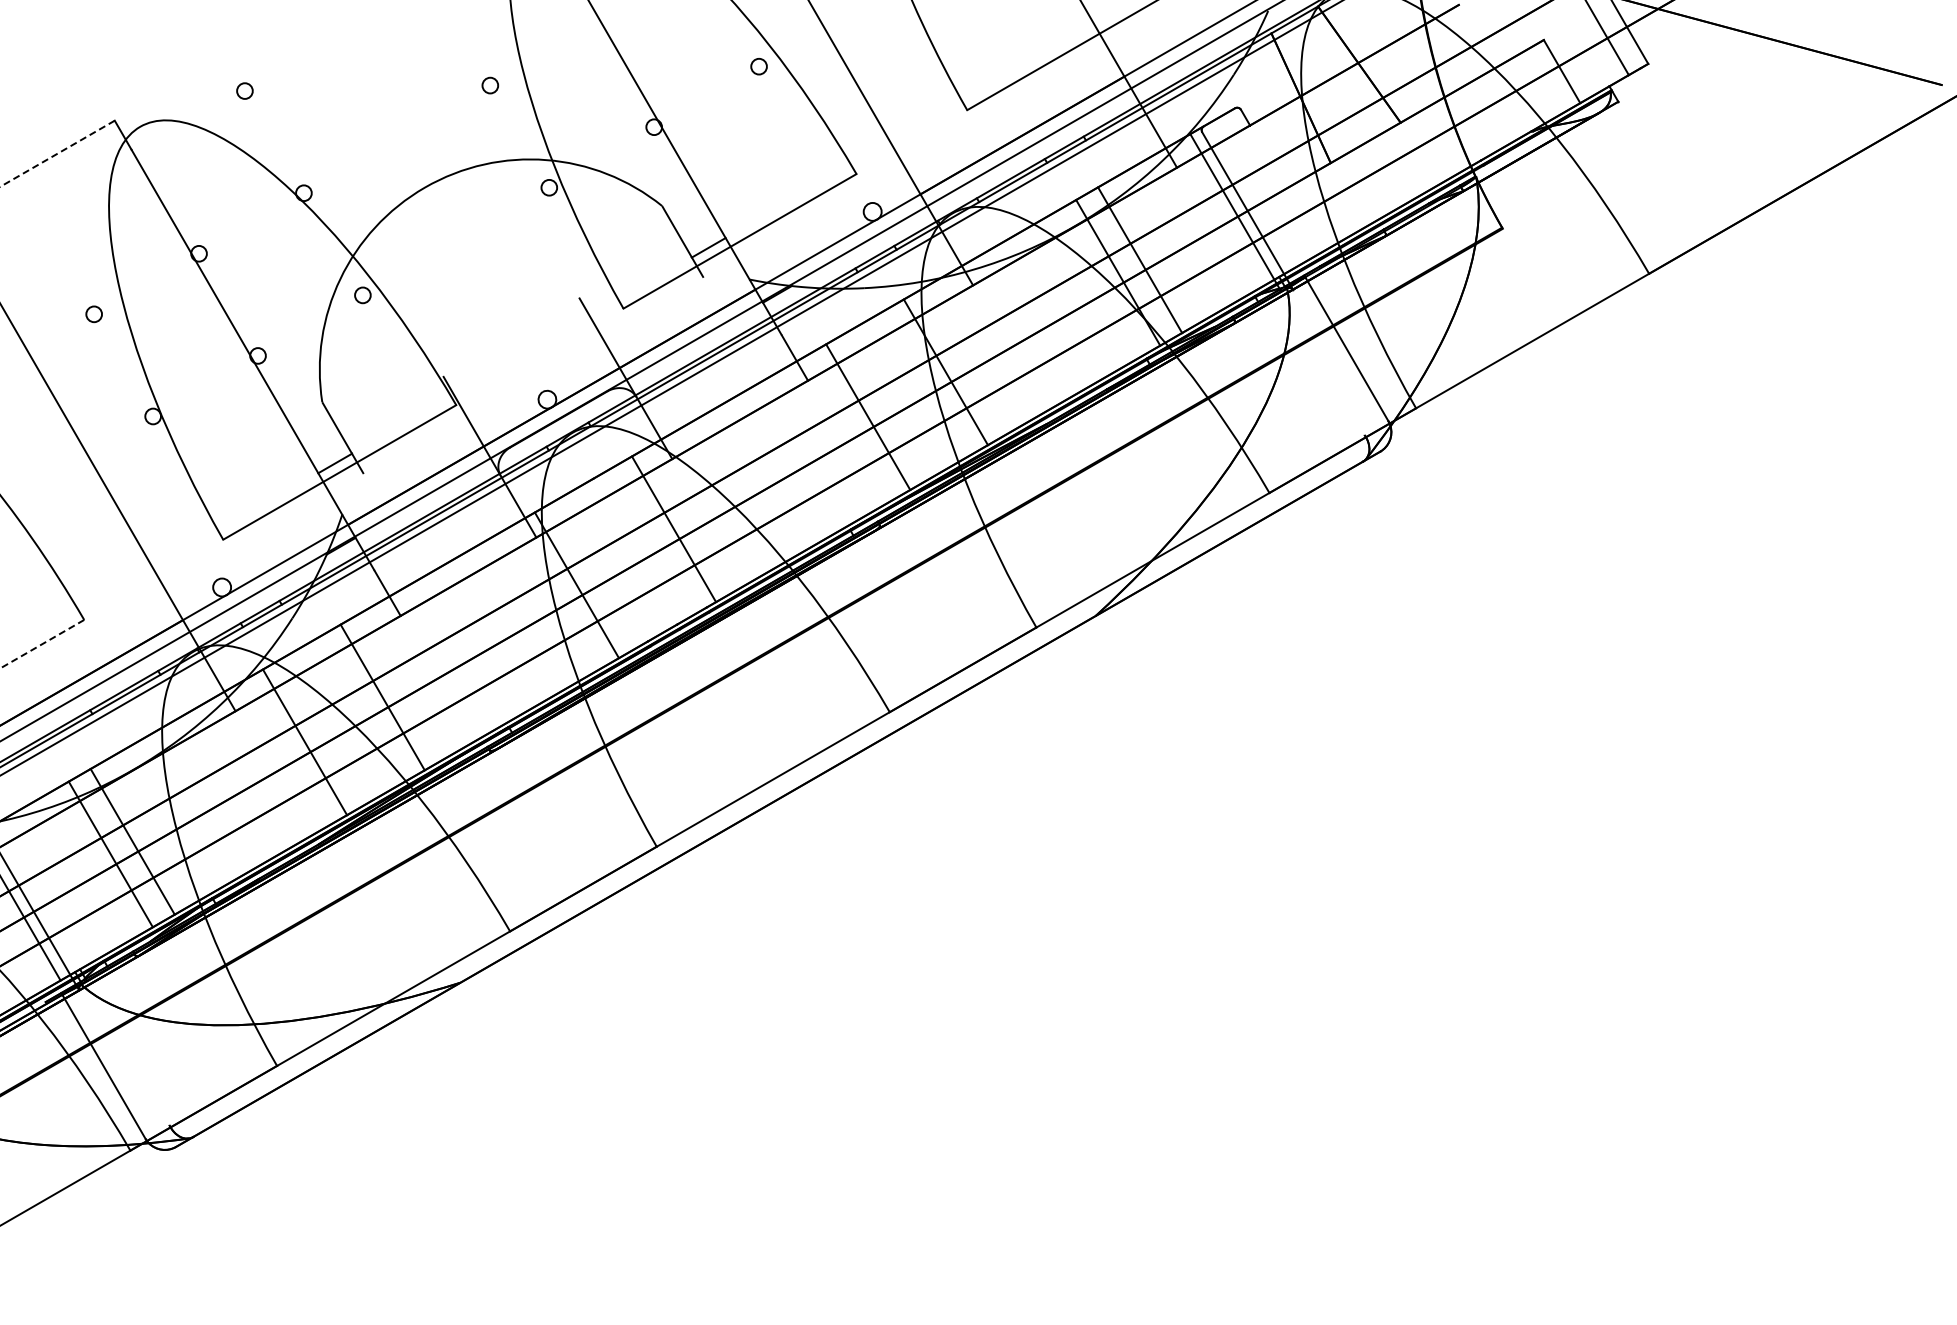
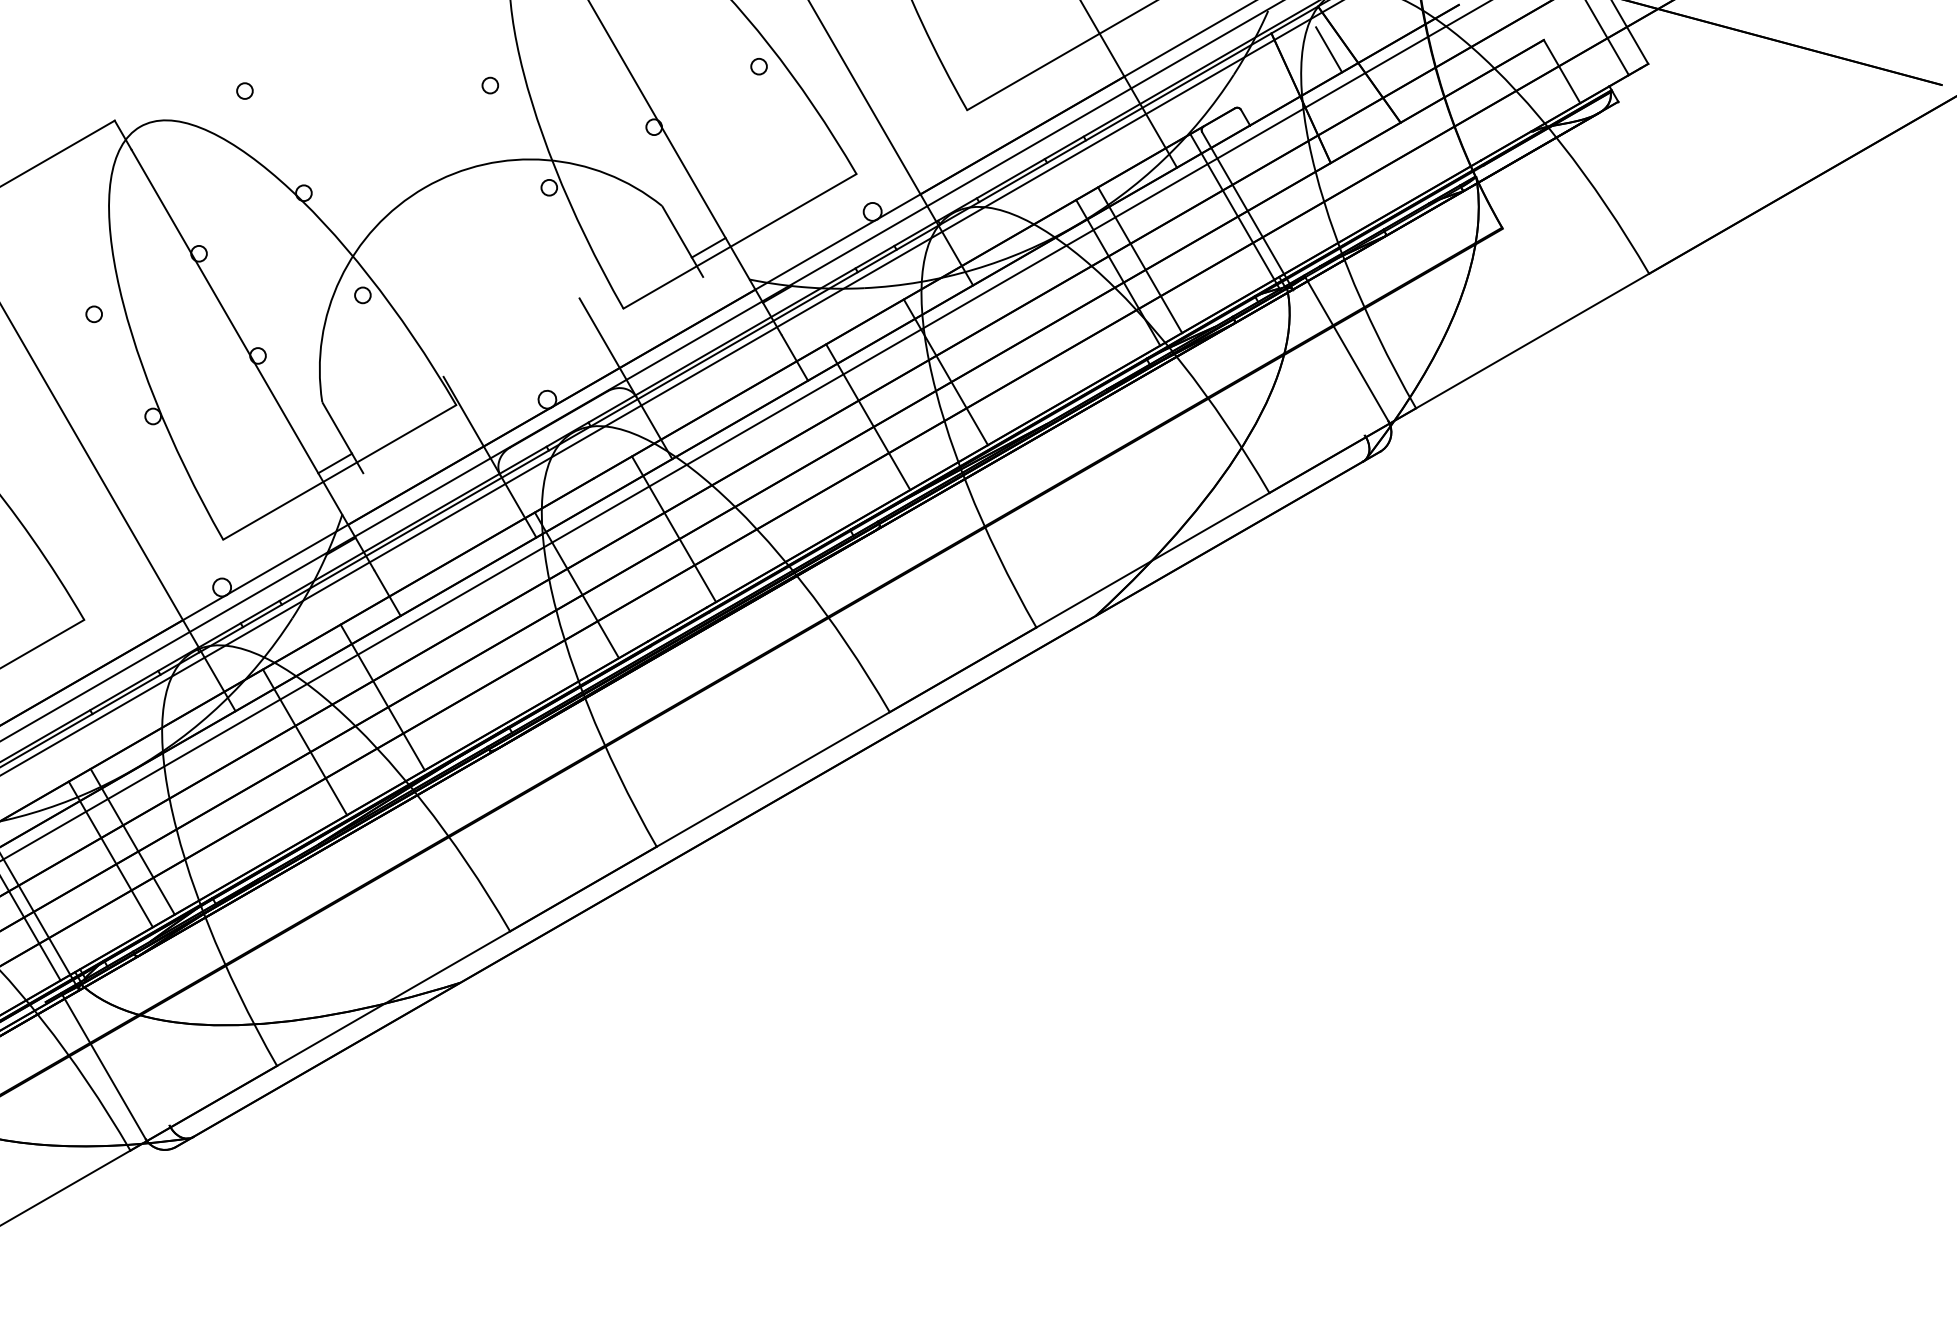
line at (1329, 49): none -> present
line at (57, 153): dashed -> solid
line at (744, 431): none -> present
line at (41, 644): dashed -> solid
